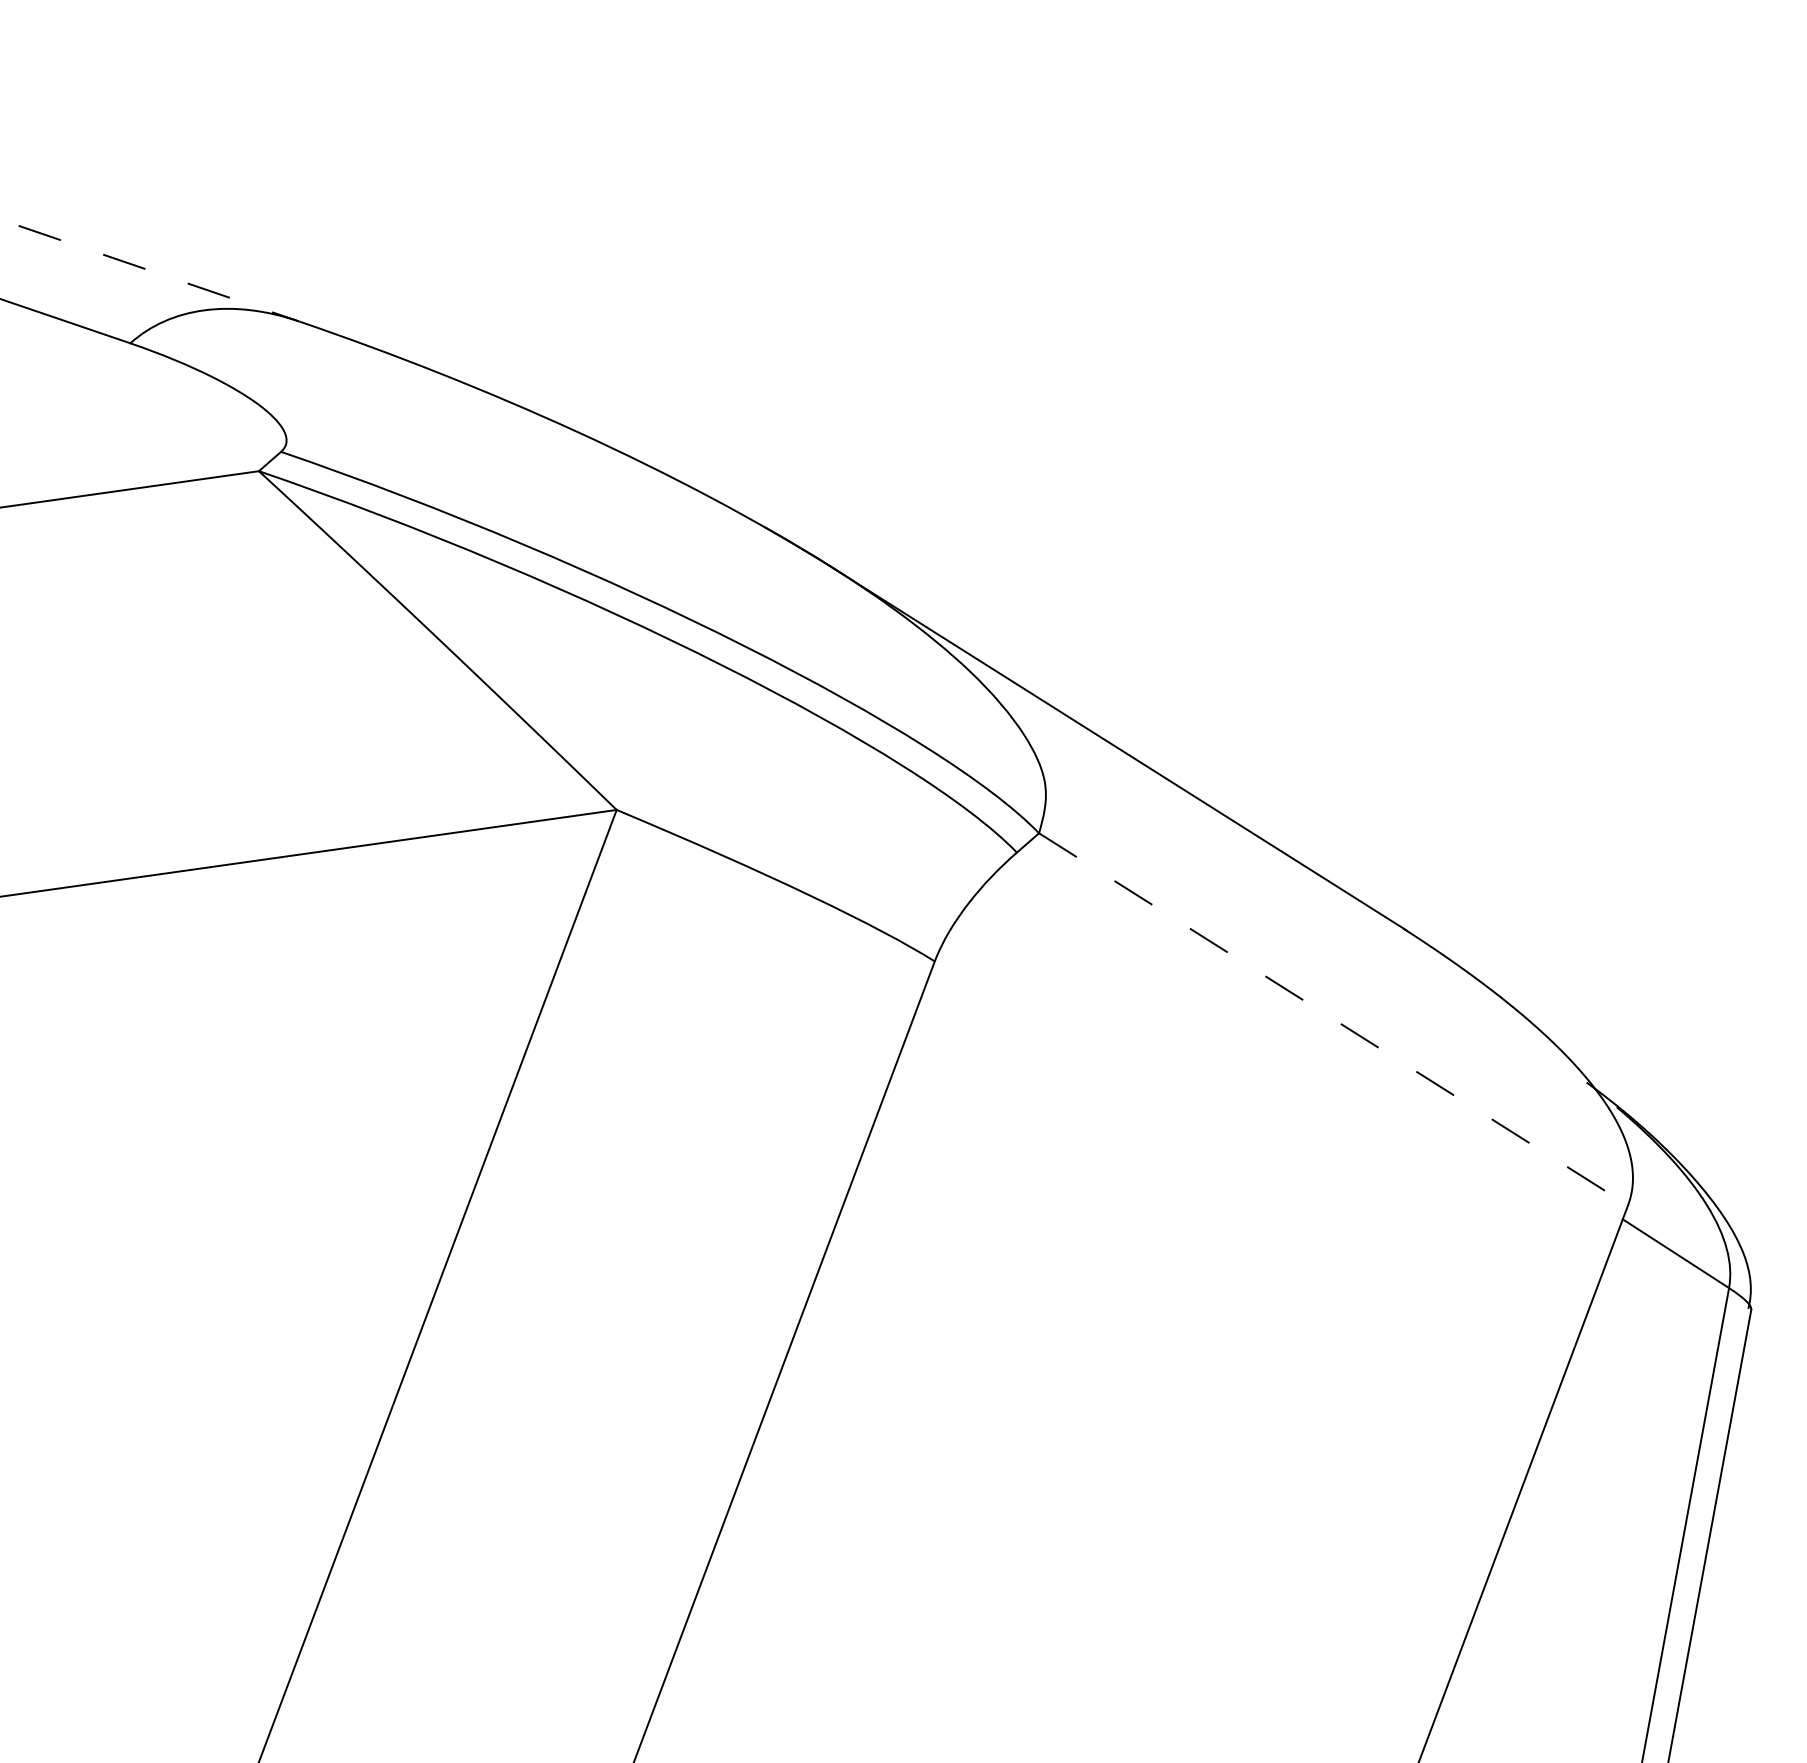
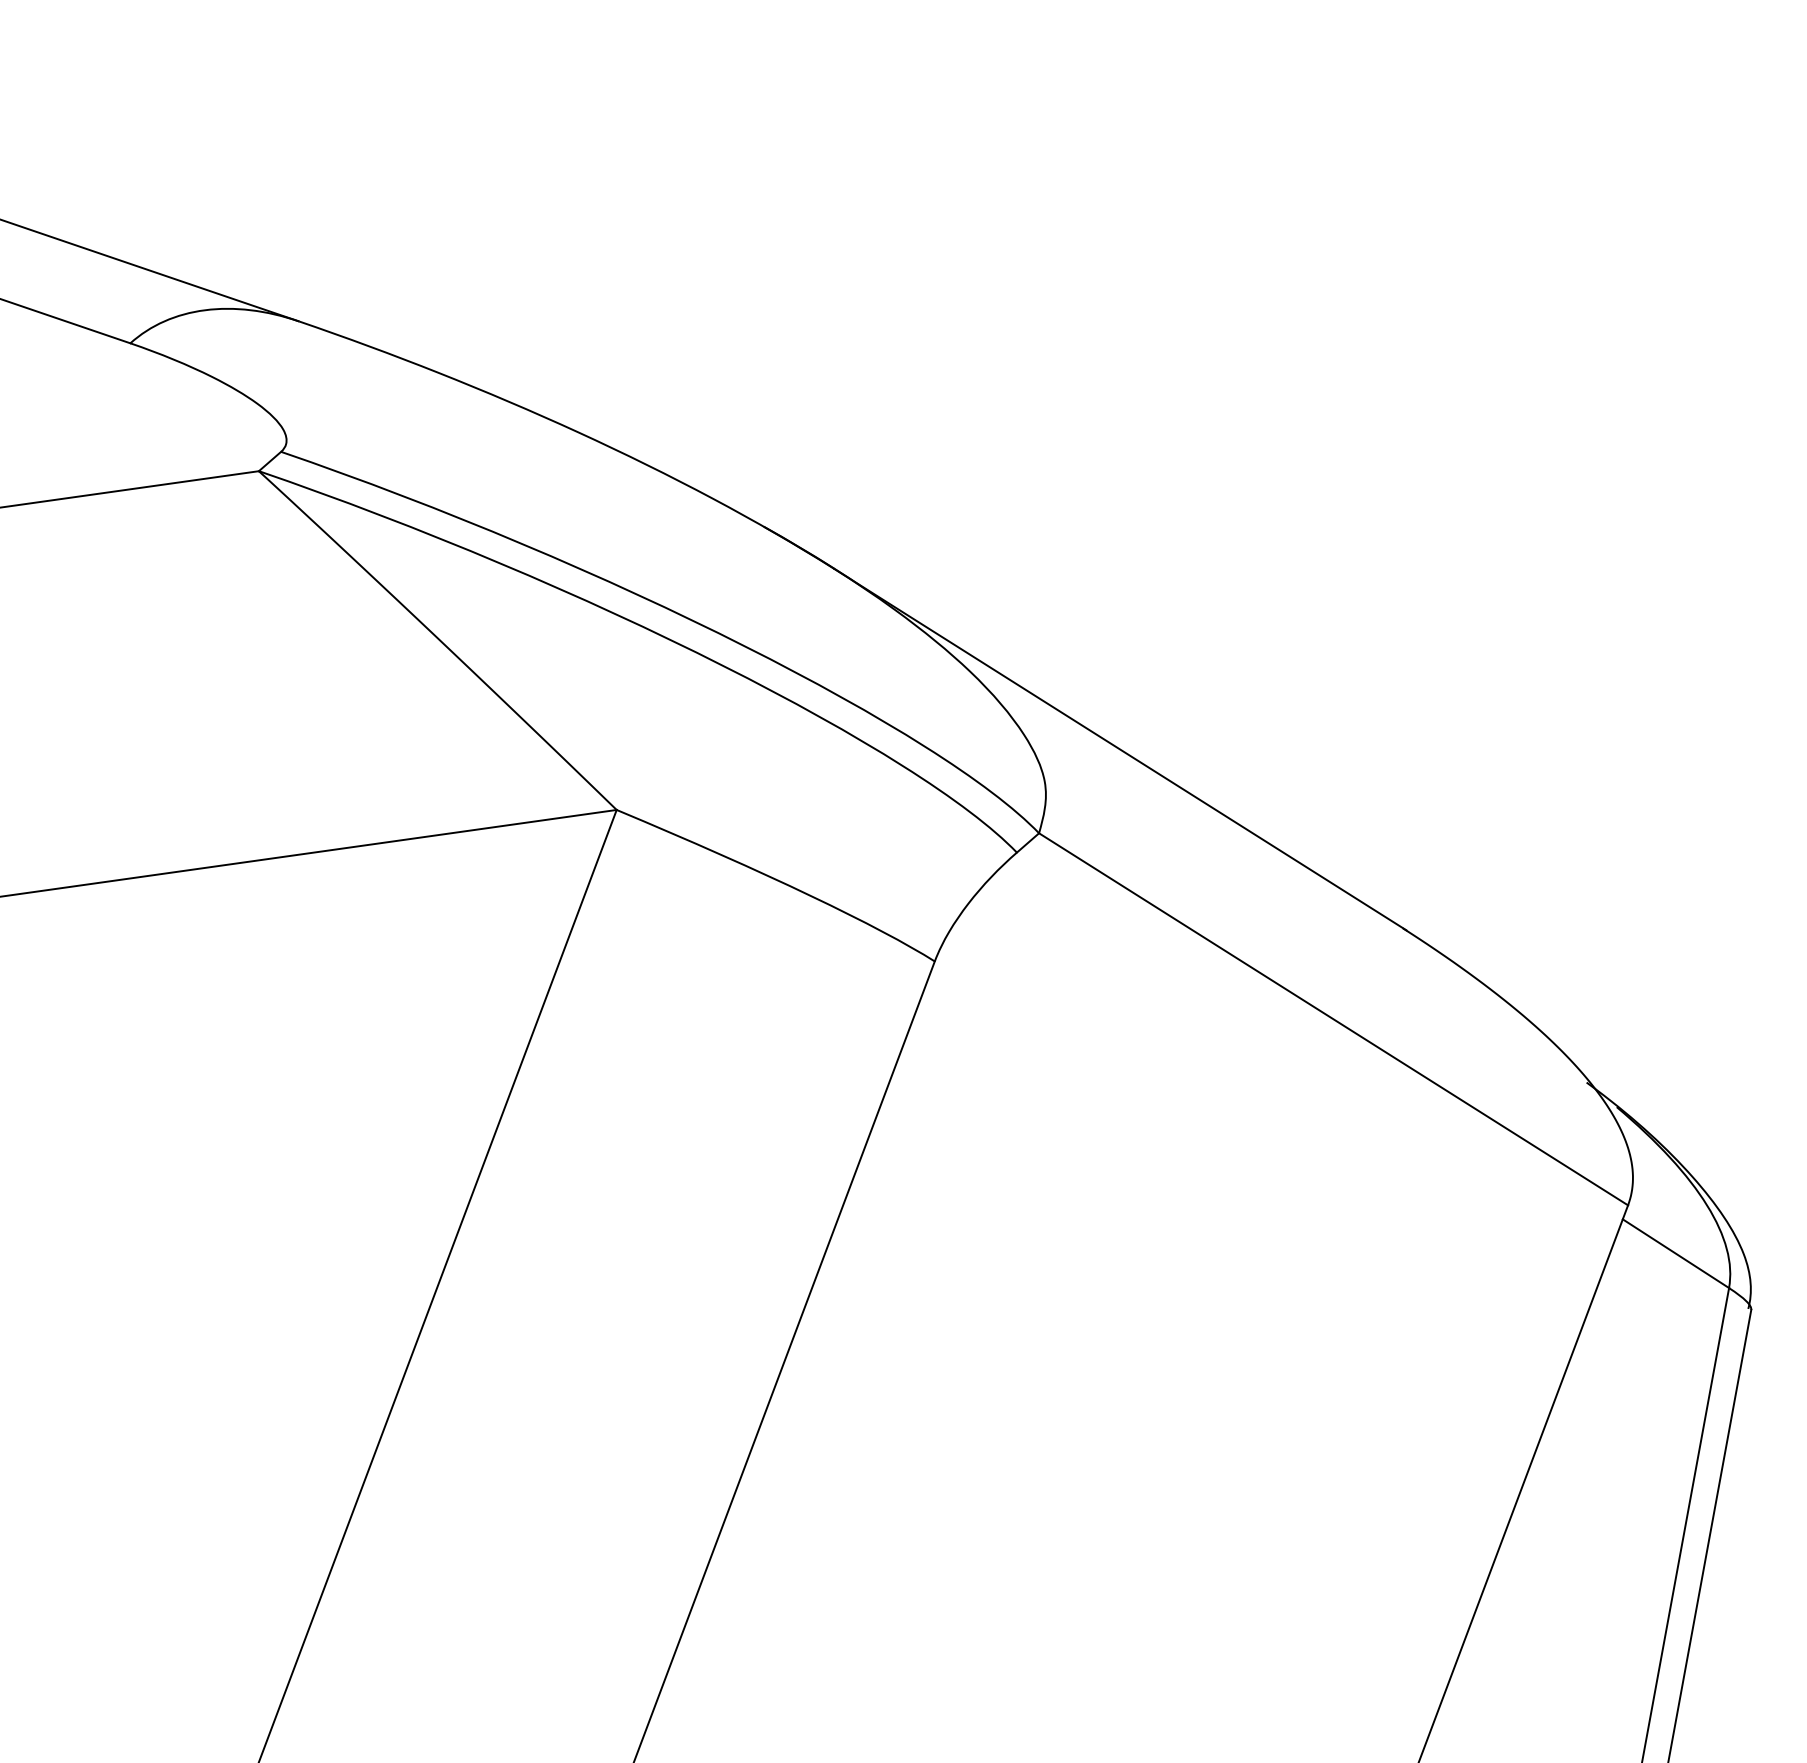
line at (150, 270): dashed -> solid
line at (1334, 1019): dashed -> solid
